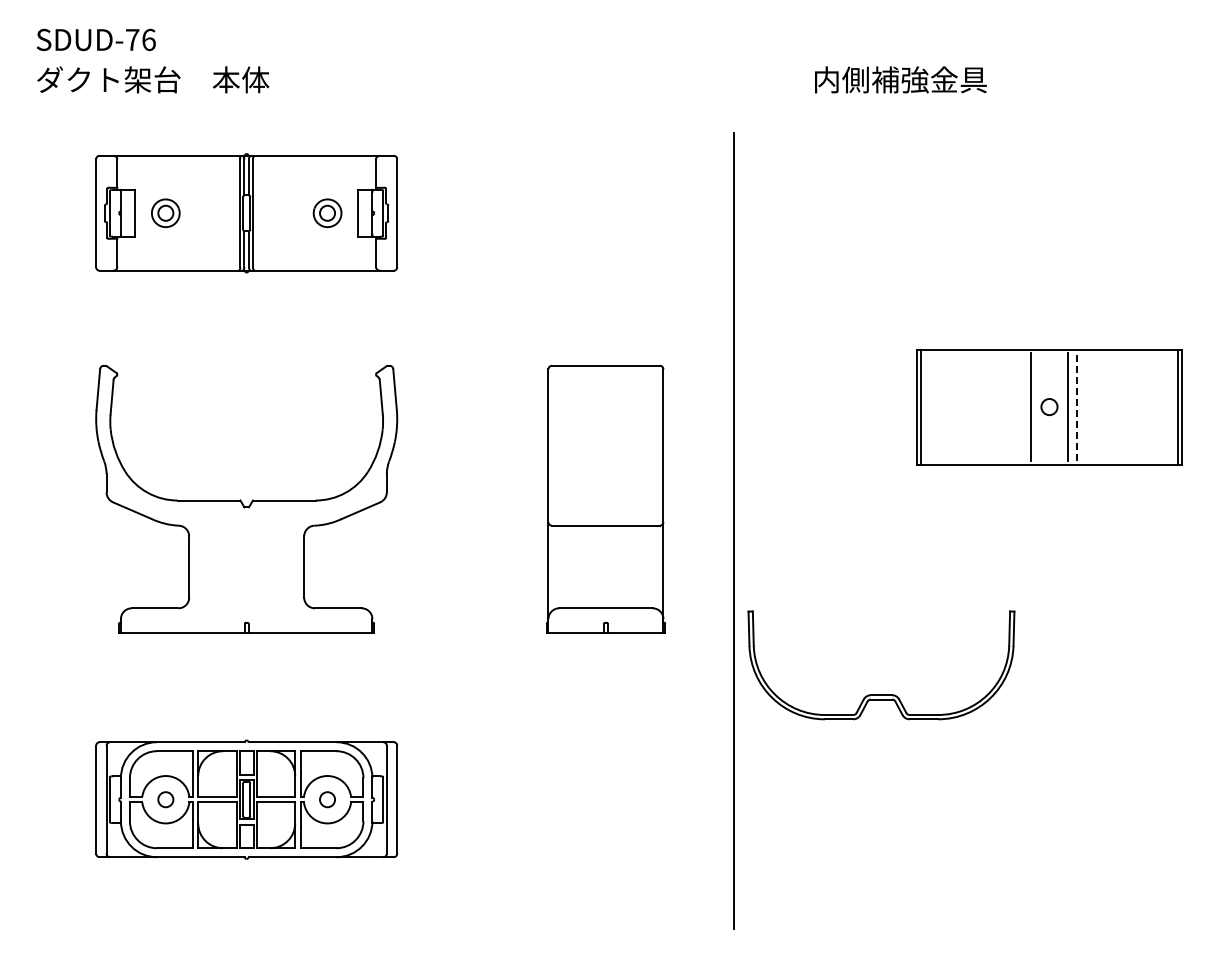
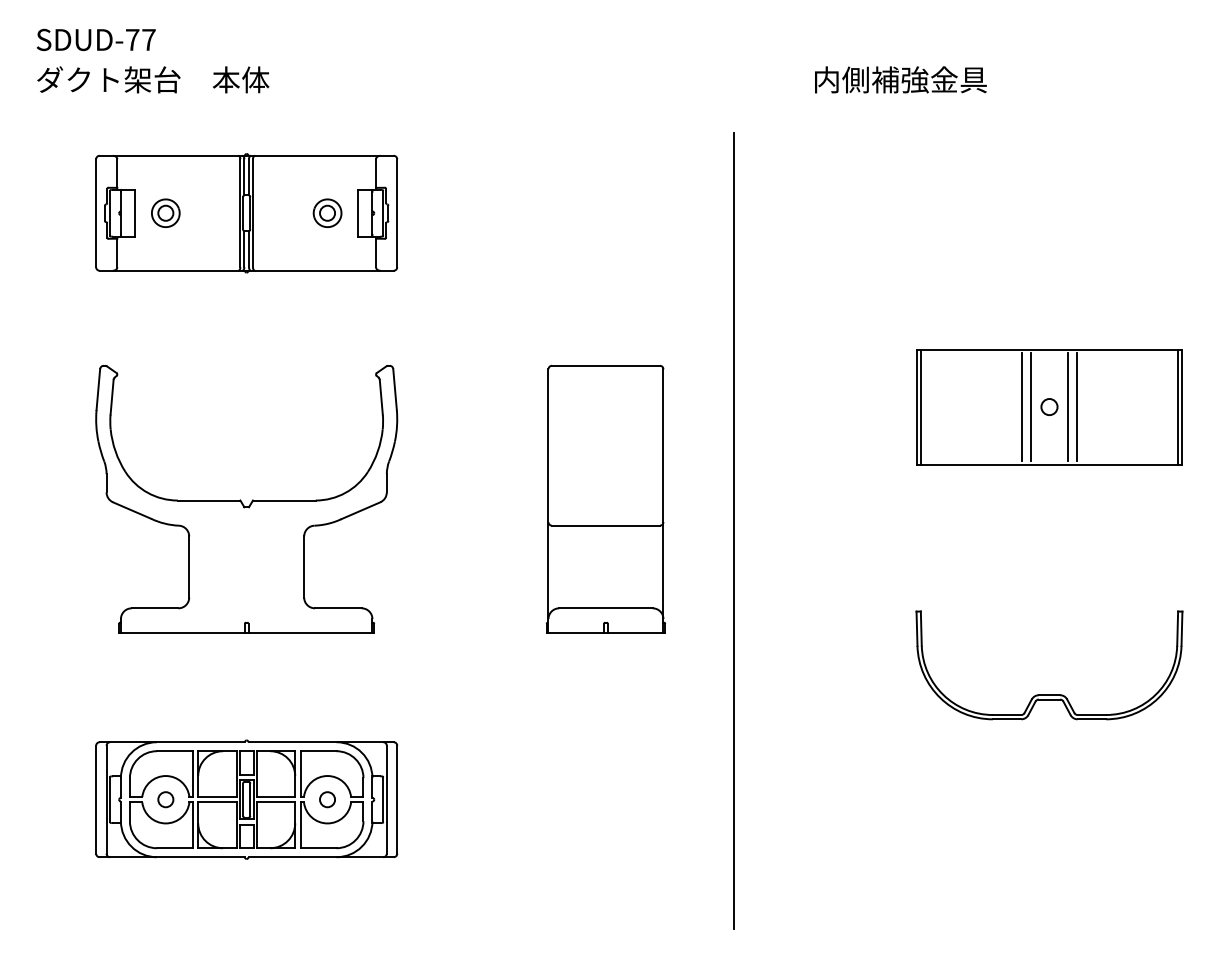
text at (148, 39): SDUD-76 -> SDUD-77
line at (1021, 406): none -> present
line at (1077, 407): dashed -> solid
part at (881, 694) position: (881, 694) -> (1049, 694)
